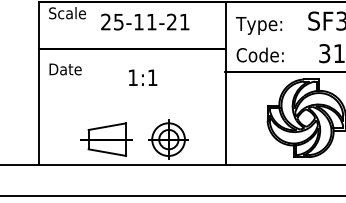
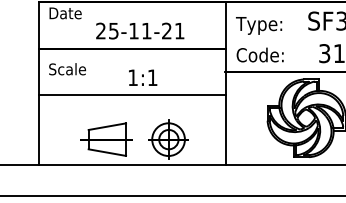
text at (67, 13): Scale -> Date
text at (145, 21) position: (145, 21) -> (140, 30)
text at (67, 69): Date -> Scale
line at (132, 95): none -> present
